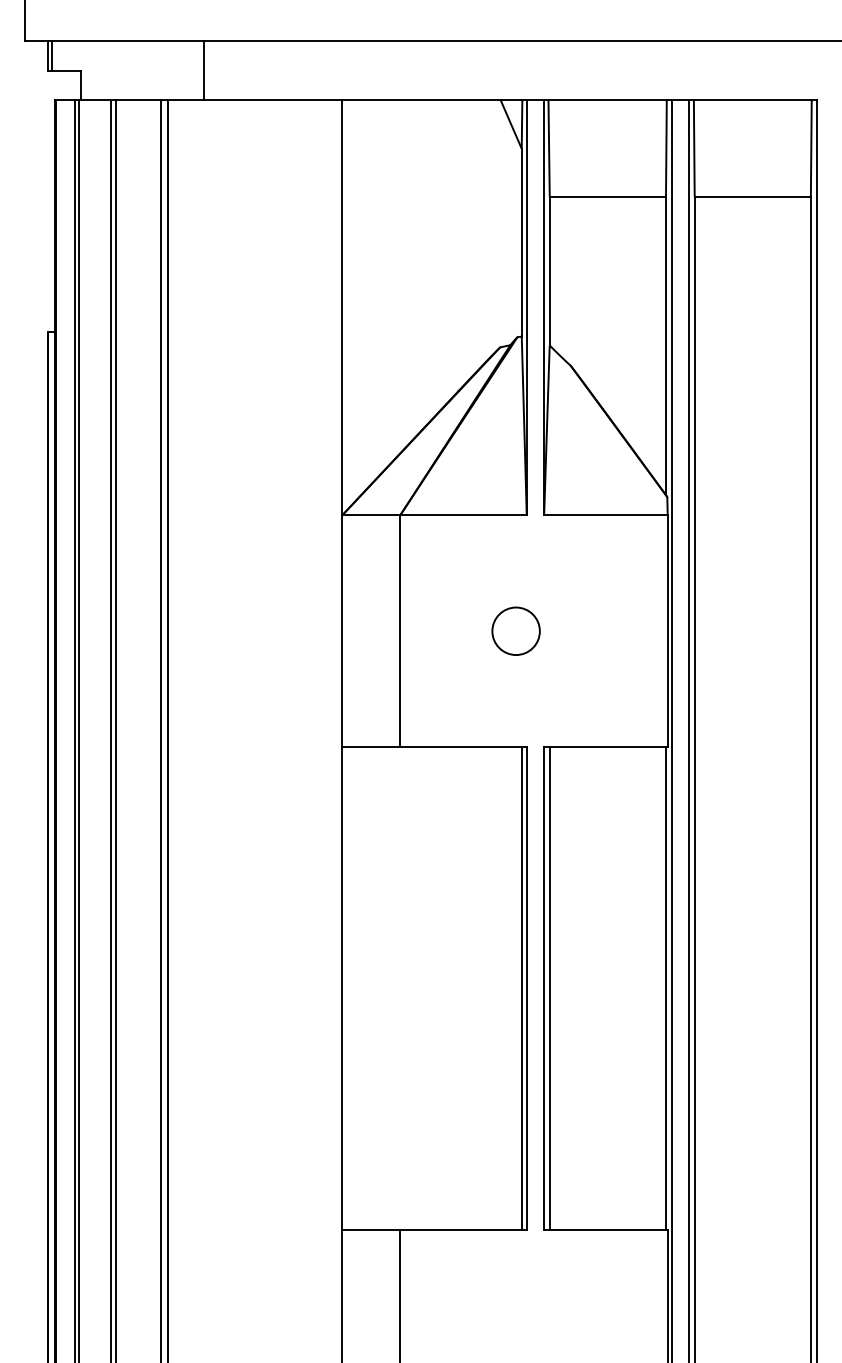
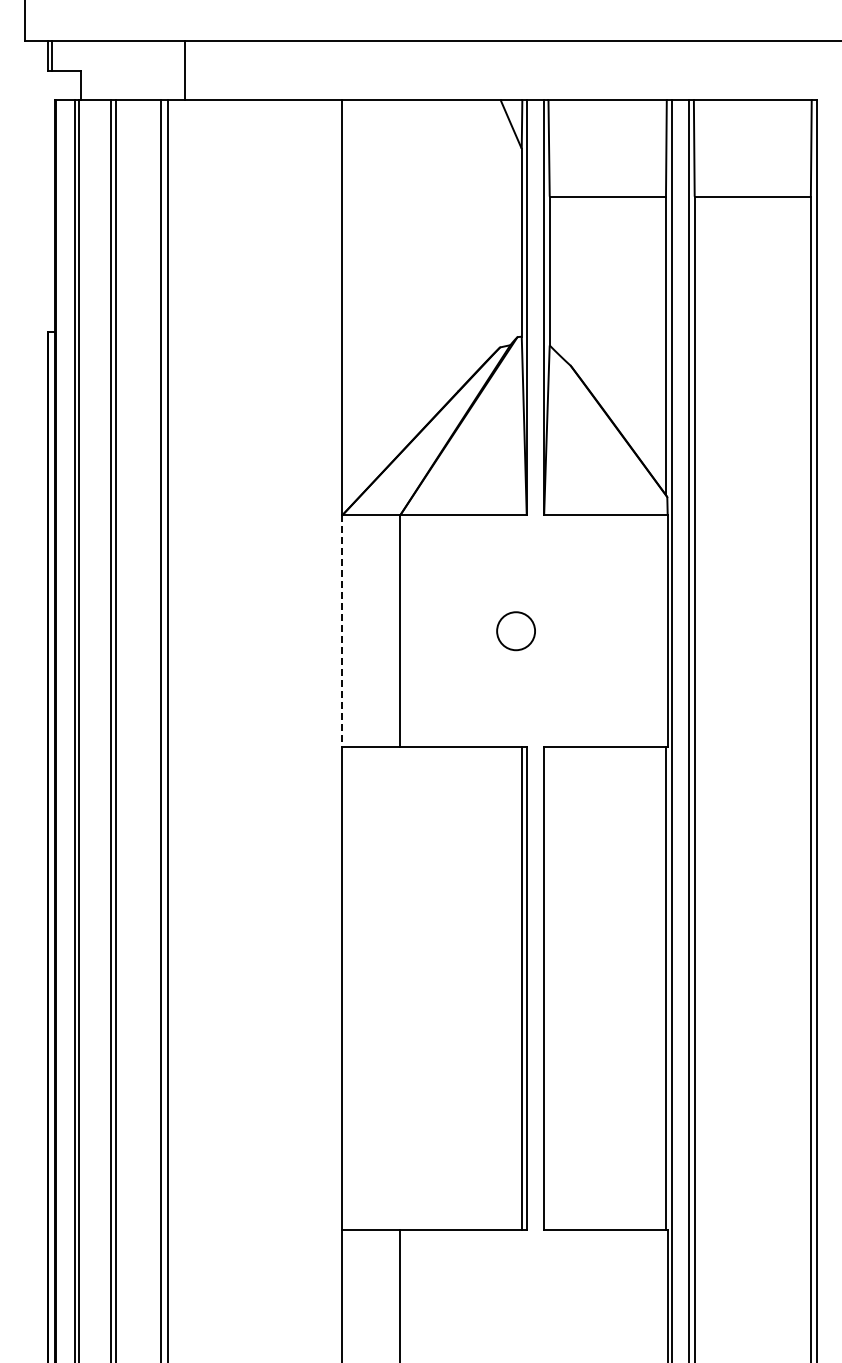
line at (204, 70) position: (204, 70) -> (185, 70)
circle at (515, 630) size: 50x50 px -> 40x41 px
line at (342, 631): solid -> dashed
line at (549, 988): present -> none
